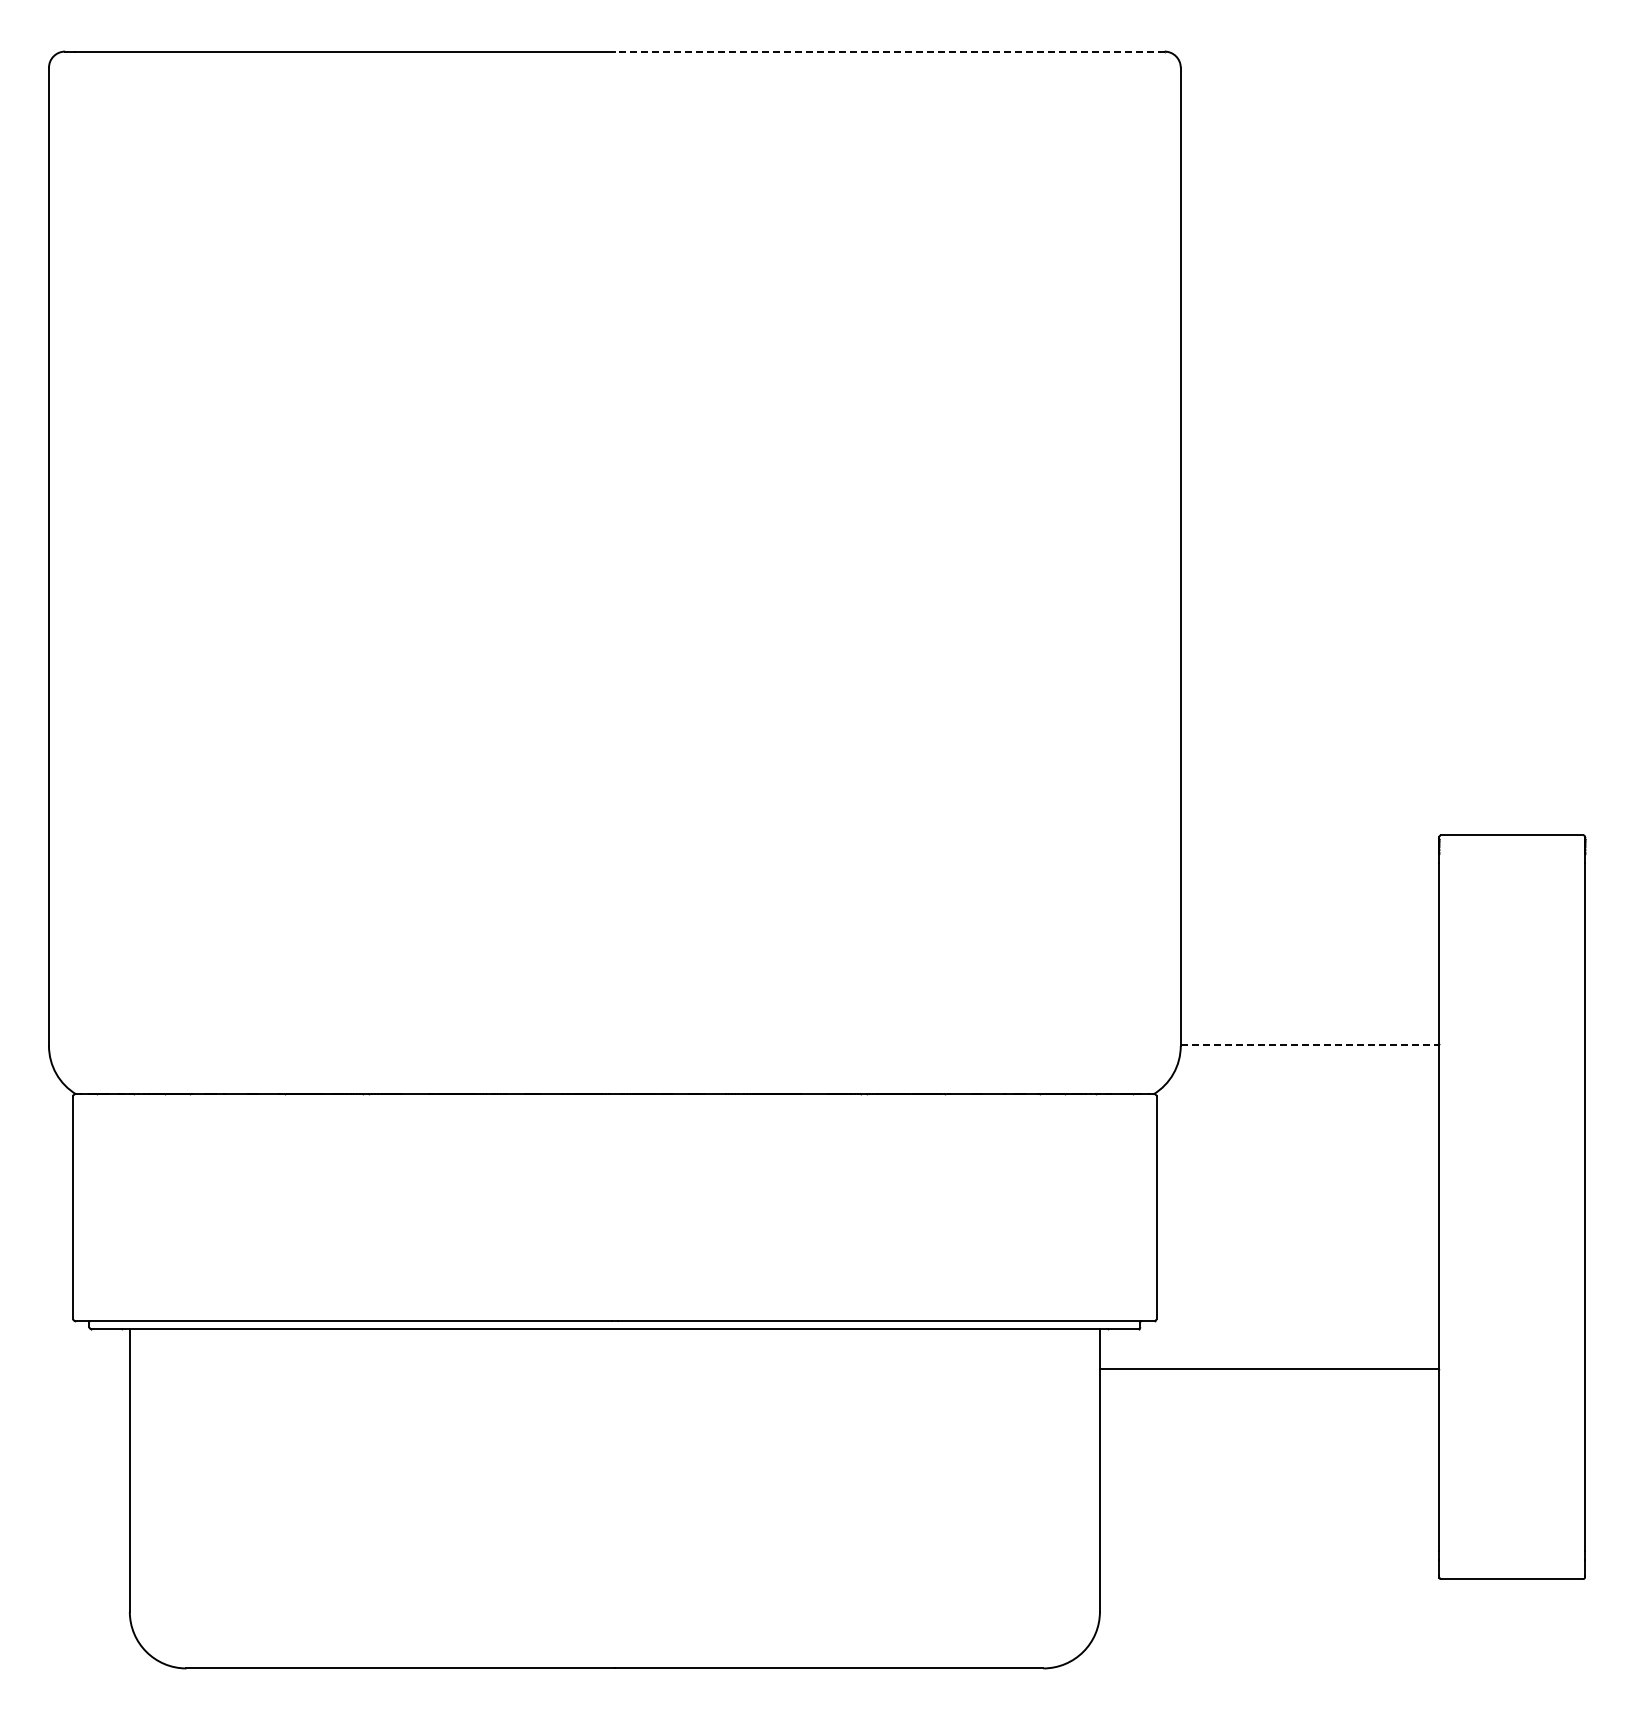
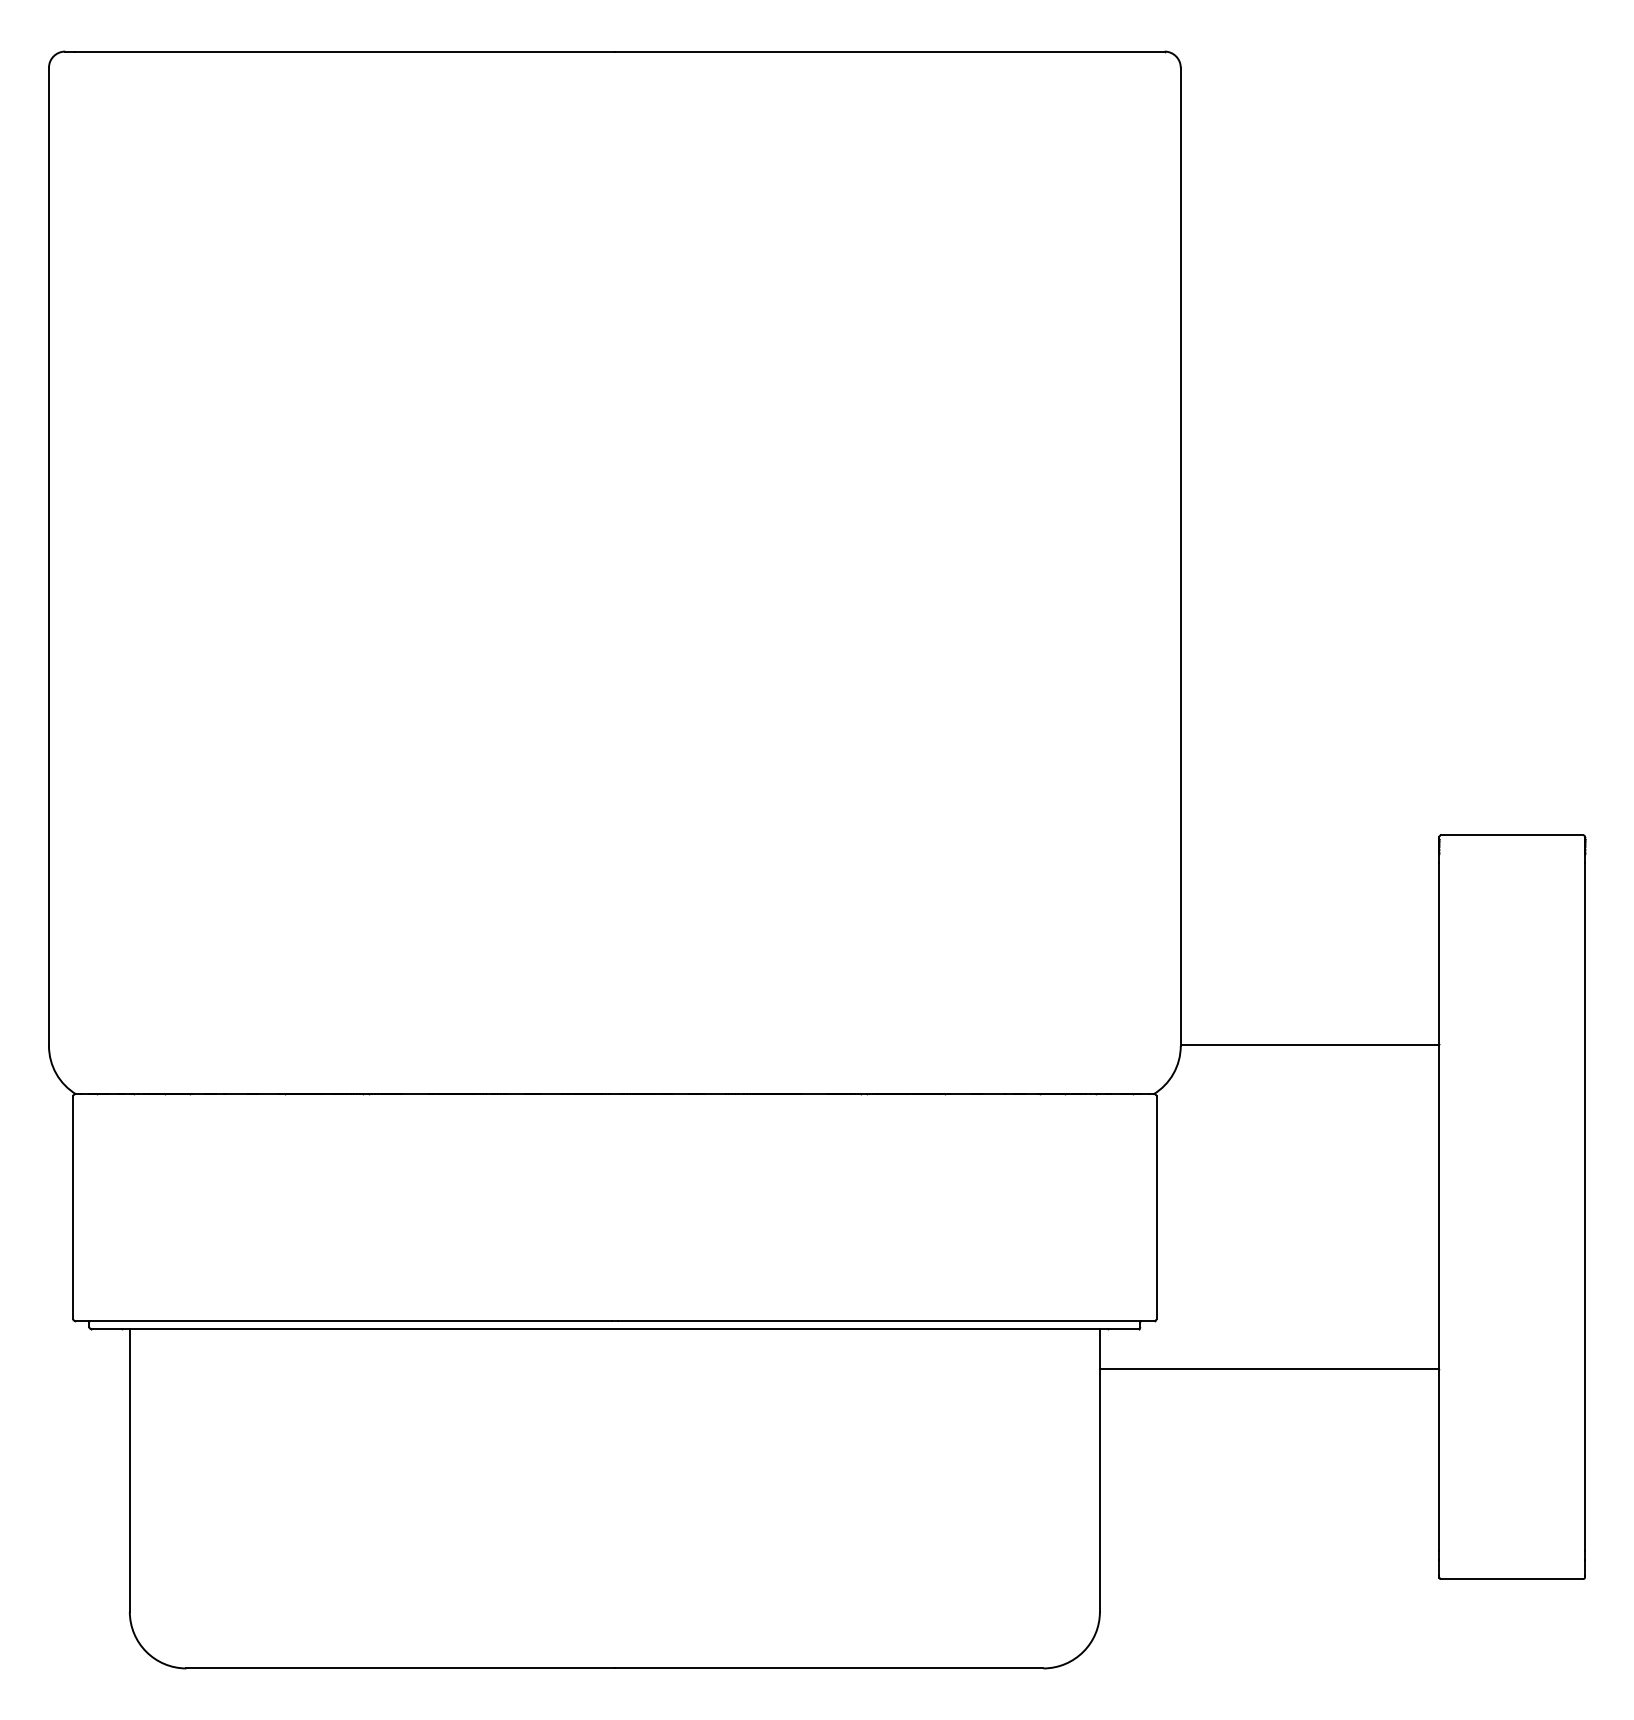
line at (889, 51): dashed -> solid
line at (1309, 1045): dashed -> solid
